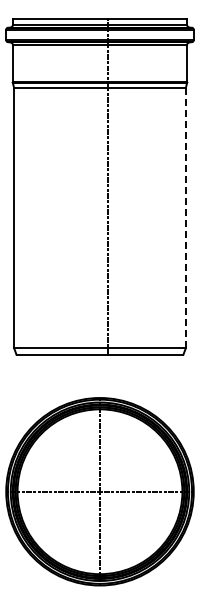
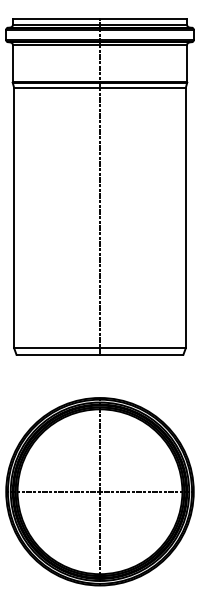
line at (108, 186) position: (108, 186) -> (100, 186)
line at (185, 217): dashed -> solid
